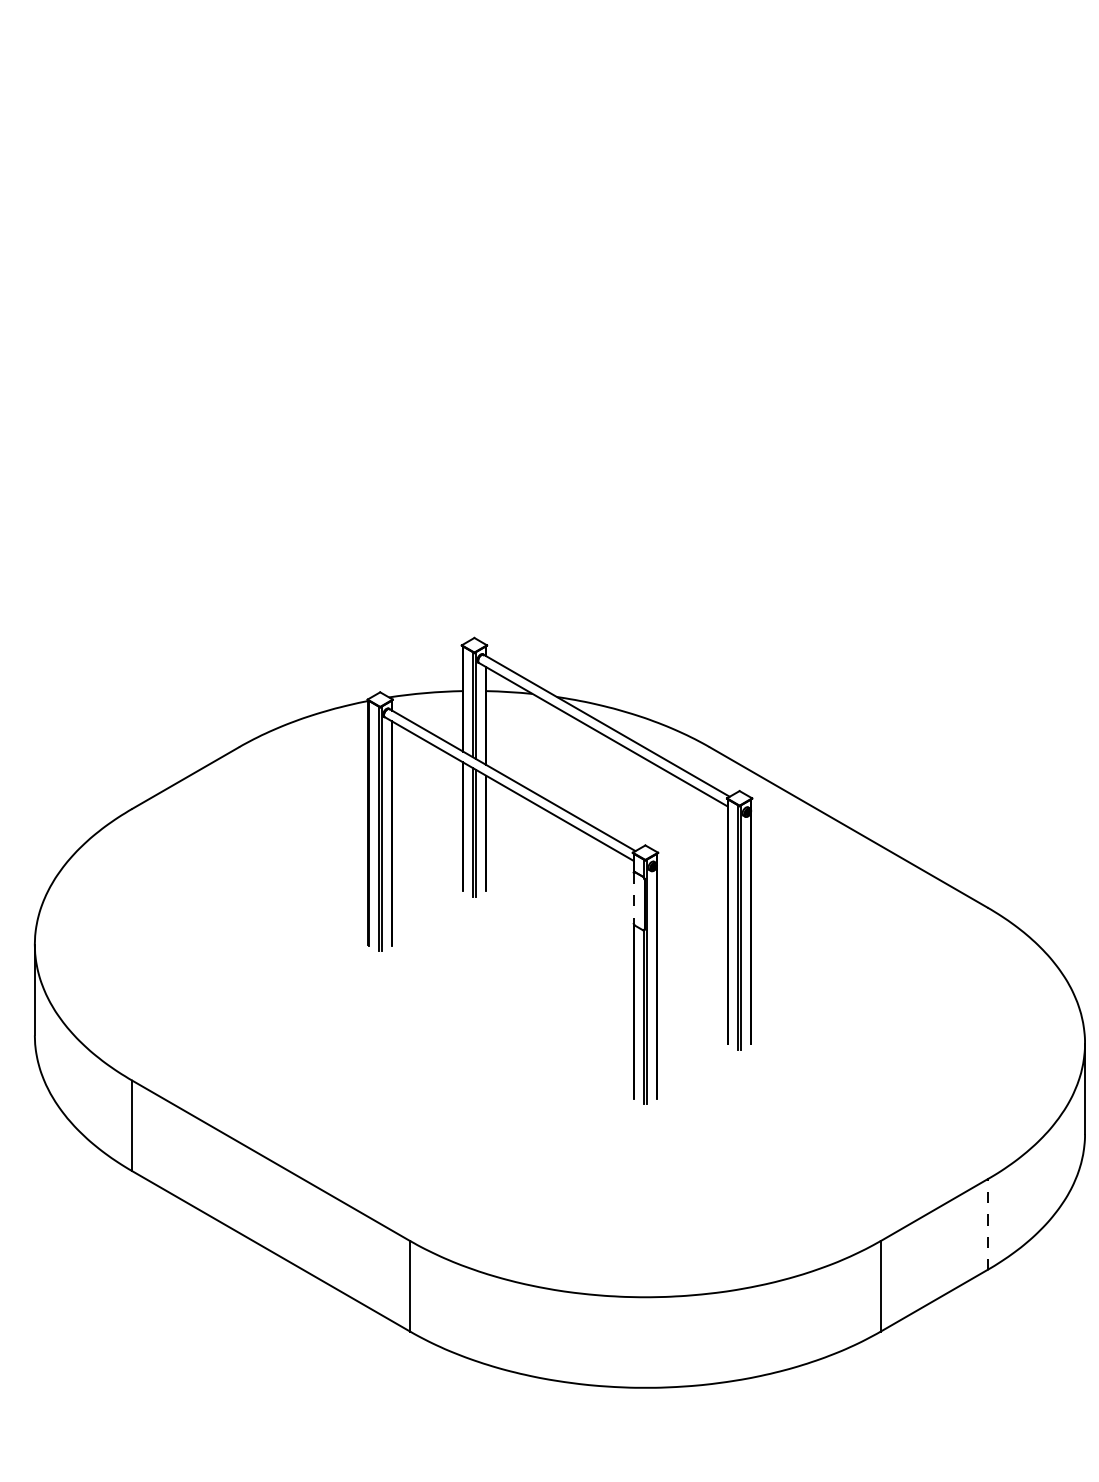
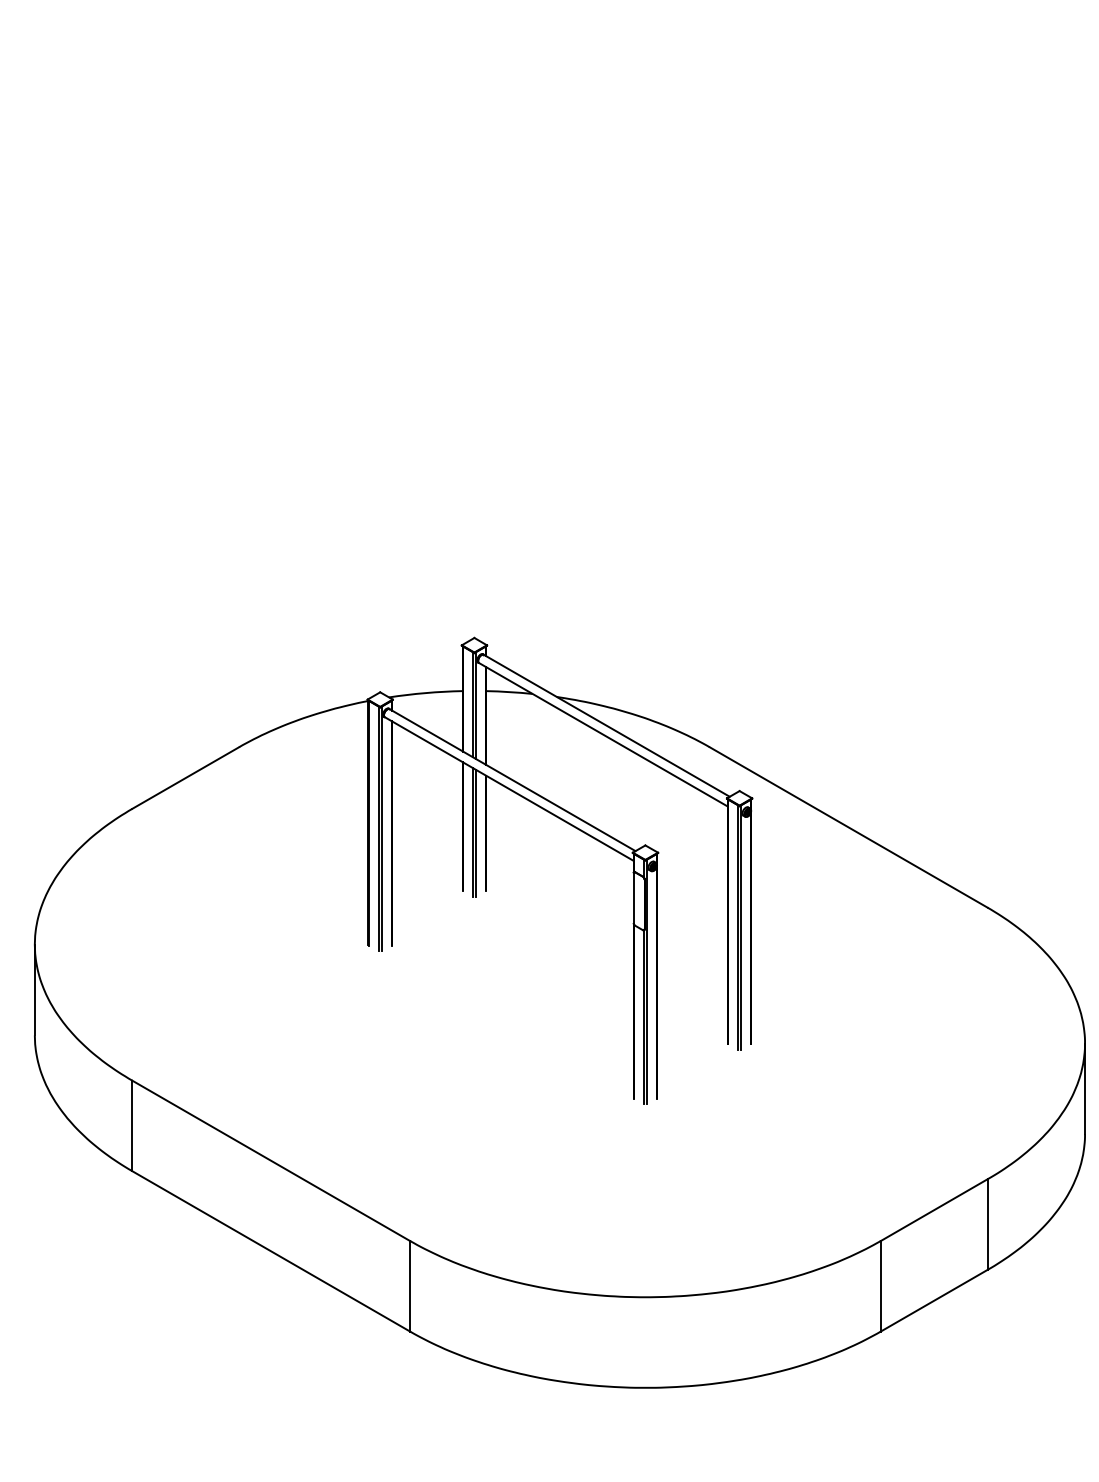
line at (633, 898): dashed -> solid
line at (987, 1224): dashed -> solid
